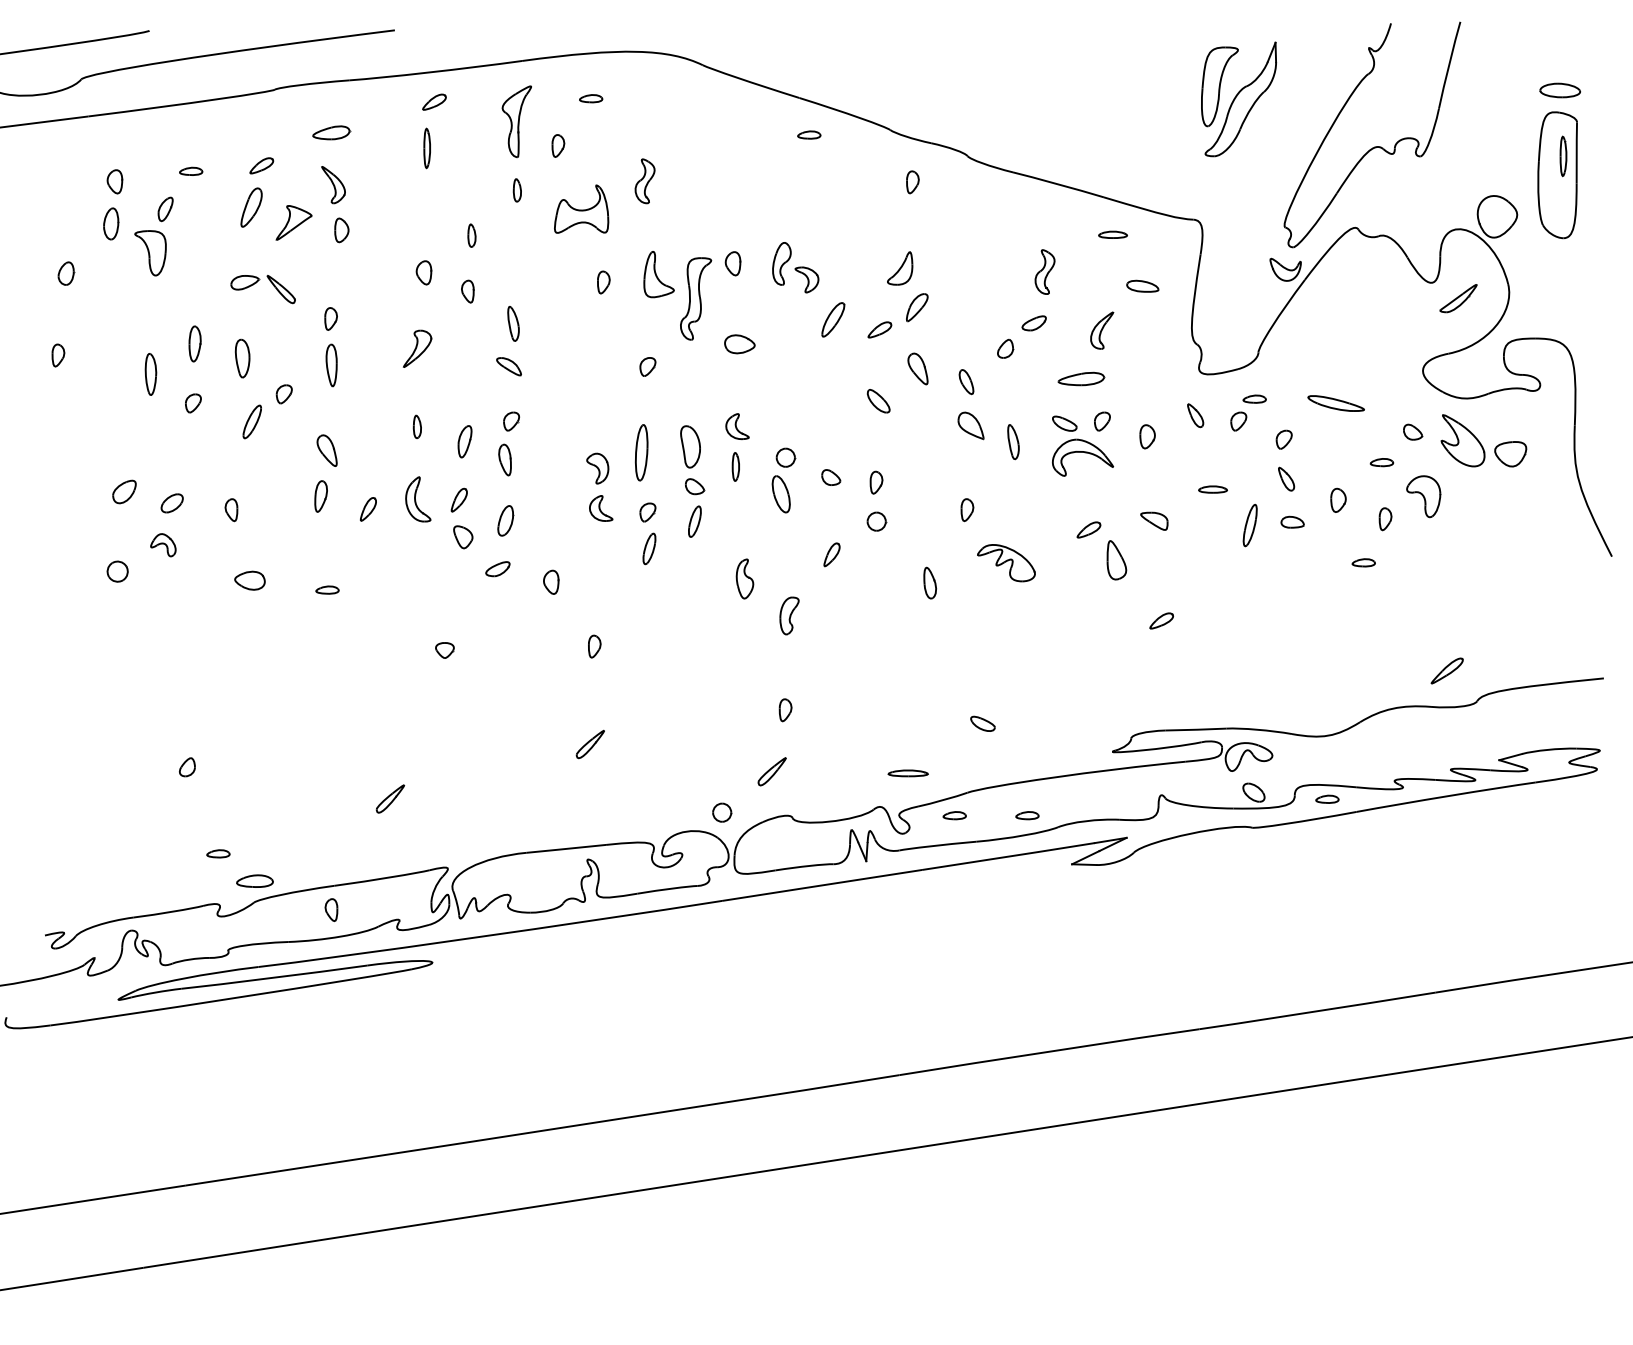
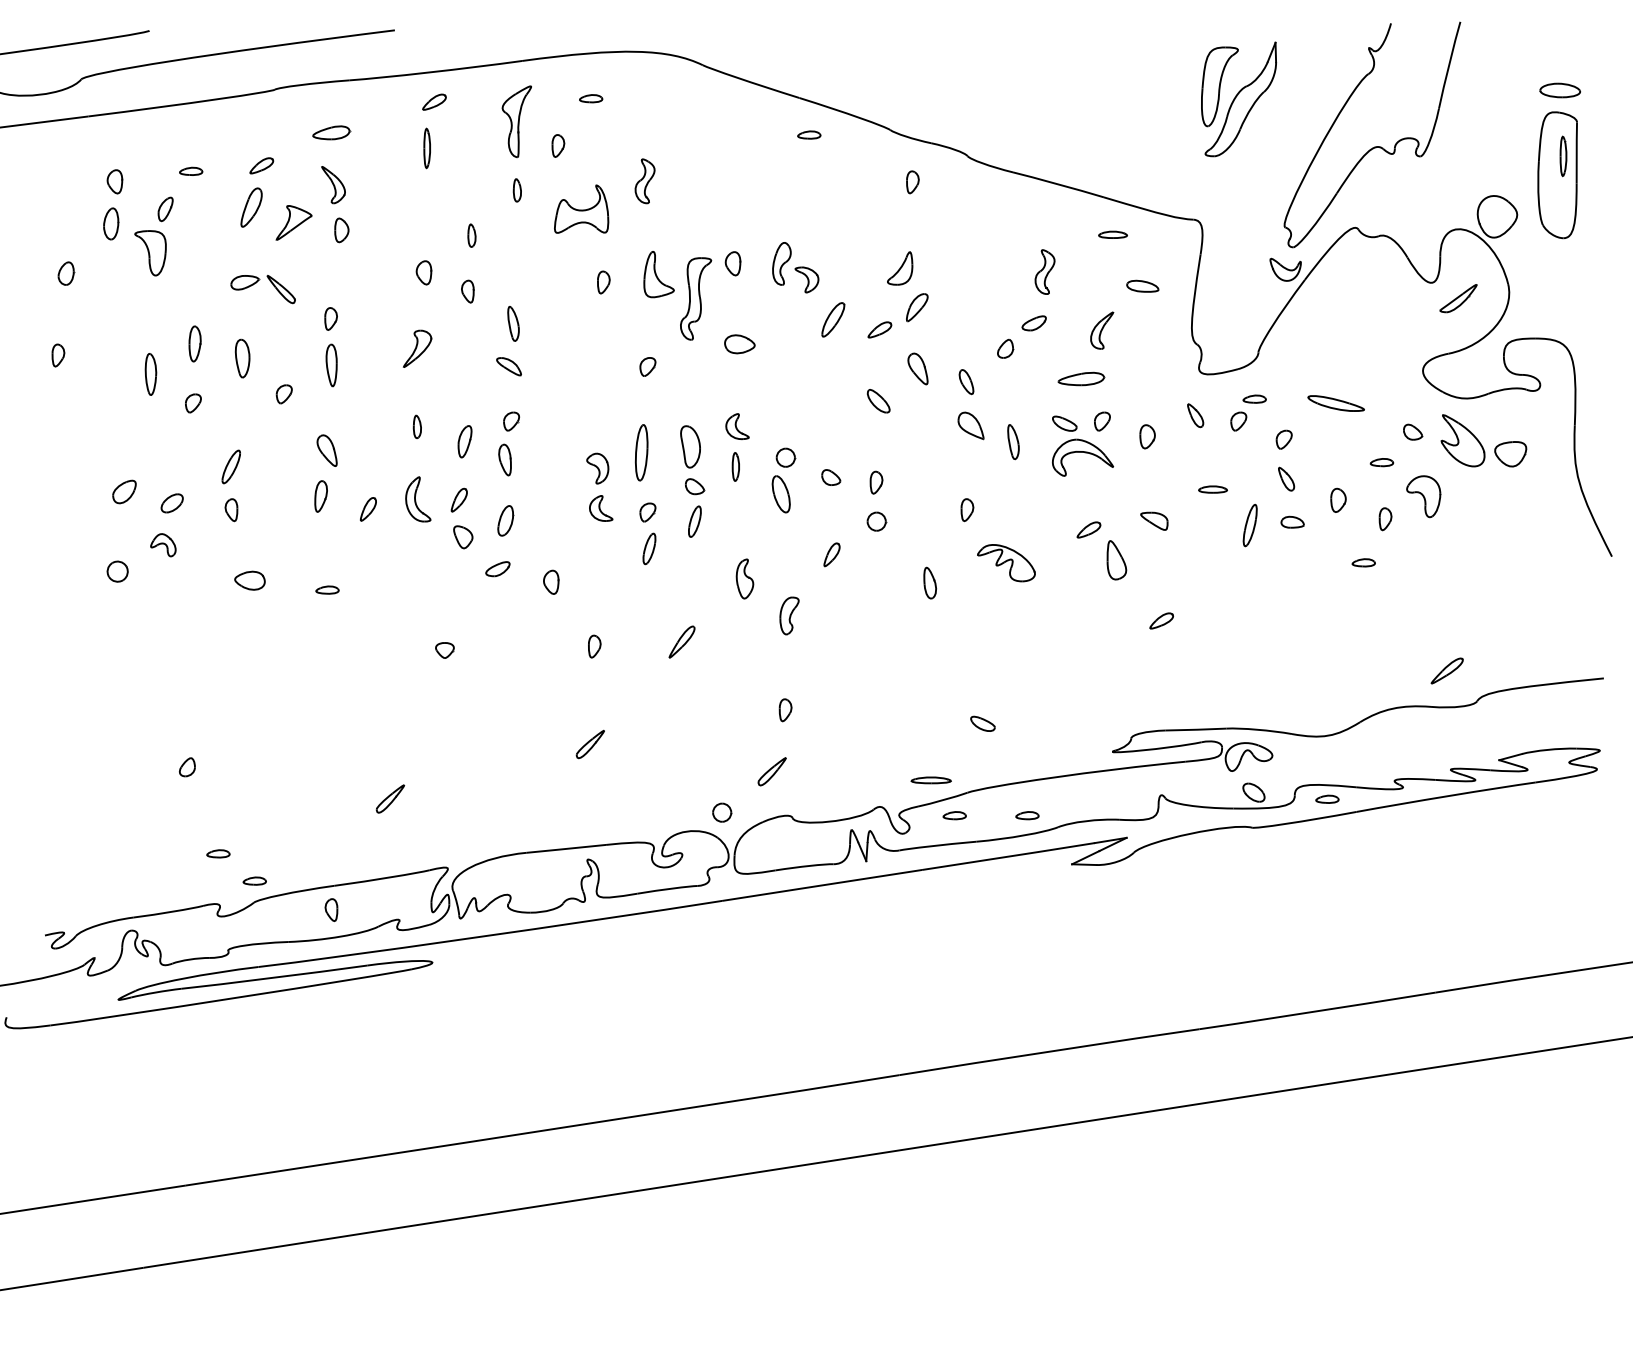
part at (251, 421) position: (251, 421) -> (230, 466)
part at (681, 641): none -> present
part at (907, 773) position: (907, 773) -> (930, 780)
part at (254, 880) size: 38x14 px -> 25x10 px
